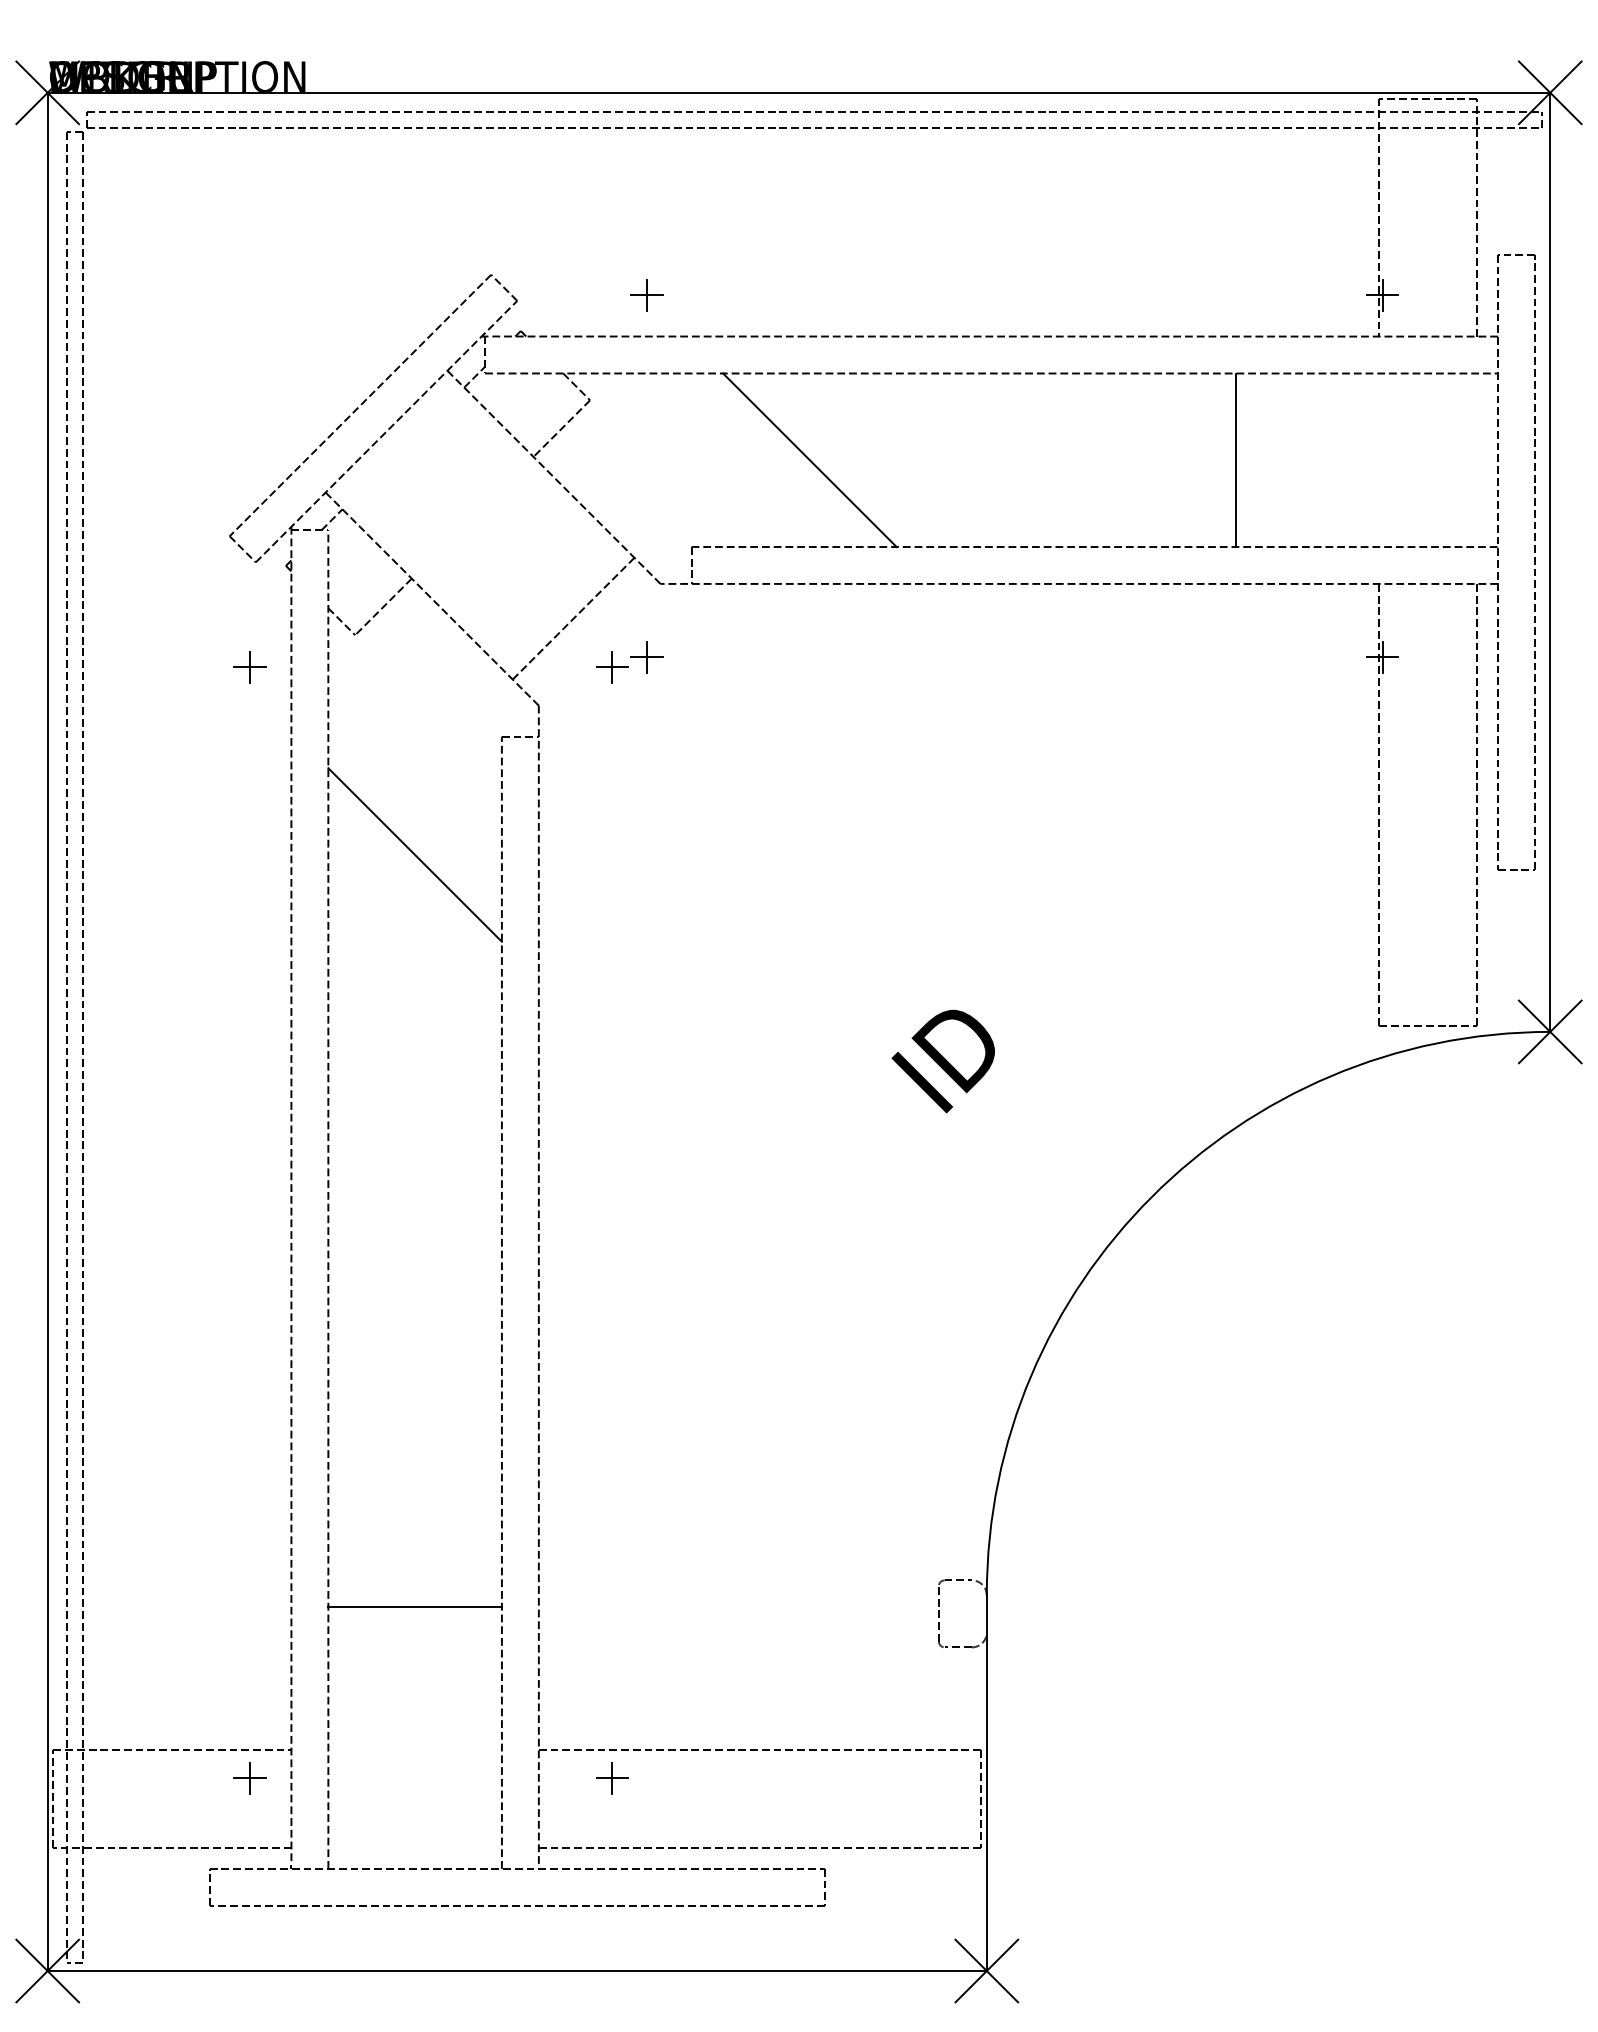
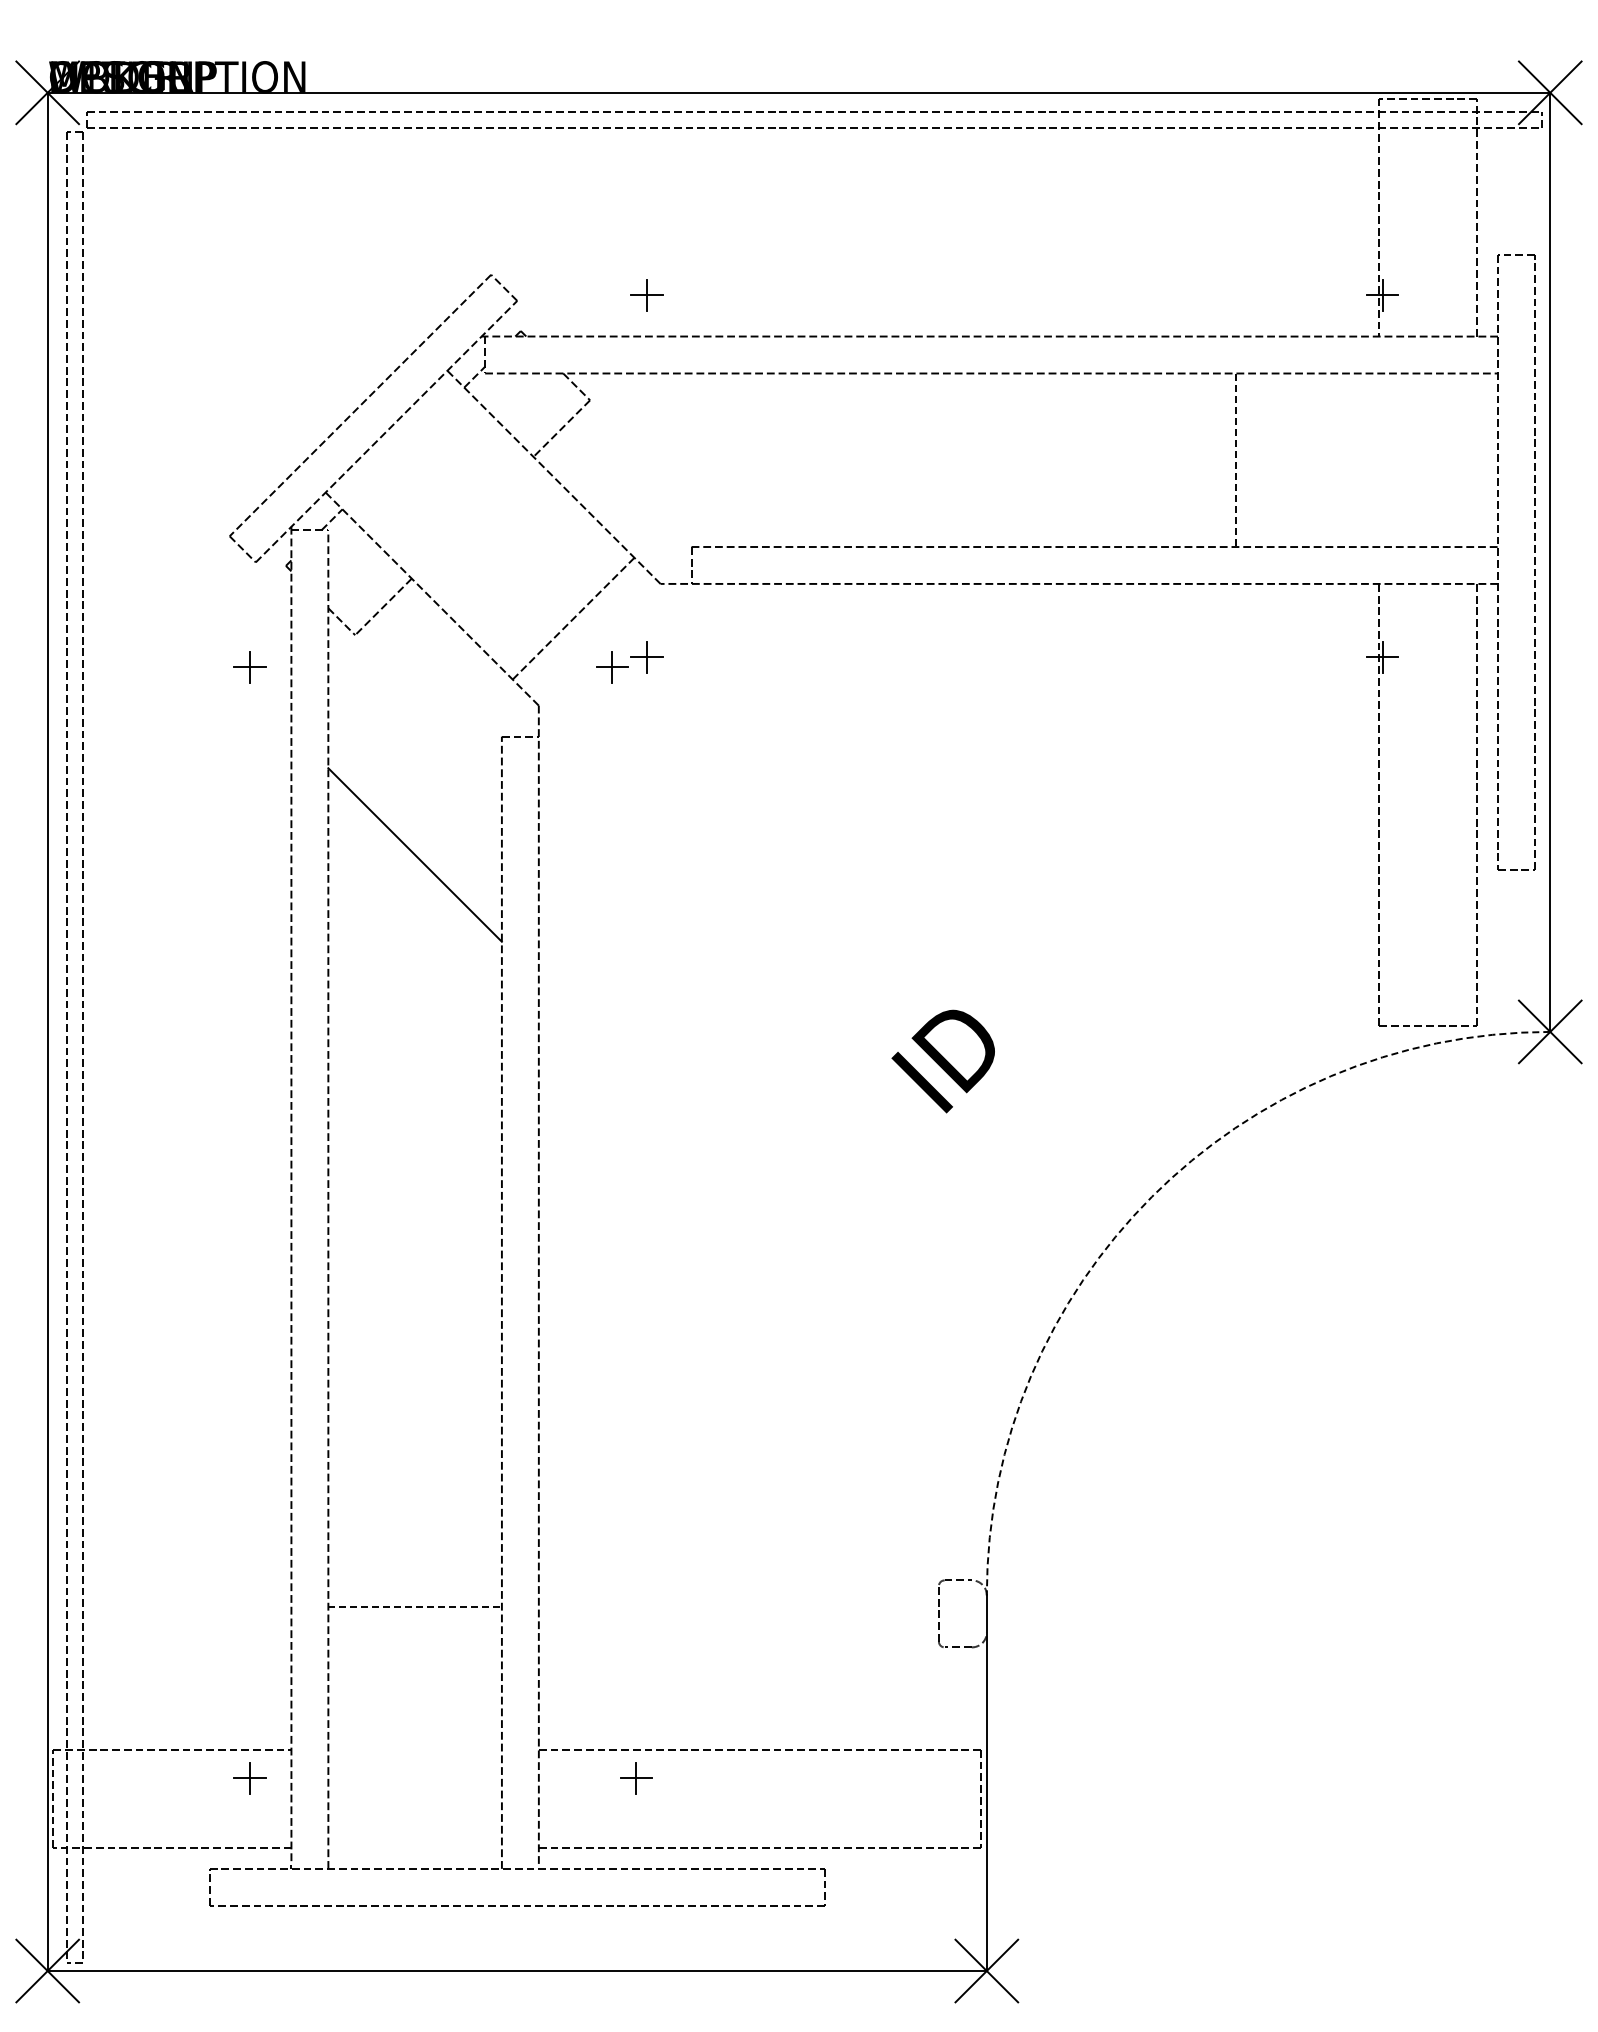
line at (809, 460): present -> none
line at (1235, 460): solid -> dashed
arc at (1151, 1196): solid -> dashed
line at (415, 1606): solid -> dashed
part at (612, 1778) position: (612, 1778) -> (636, 1778)
